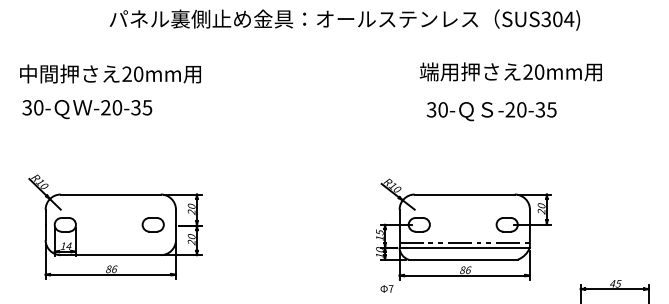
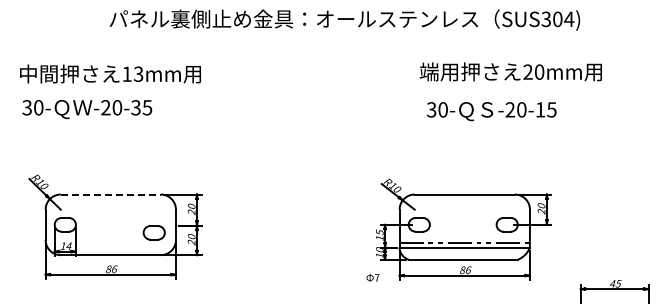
text at (132, 73): 20mm -> 13mm
text at (540, 109): -20-35 -> -20-15
line at (111, 194): solid -> dashed
part at (152, 224) position: (152, 224) -> (153, 232)
text at (386, 288) position: (386, 288) -> (372, 277)
